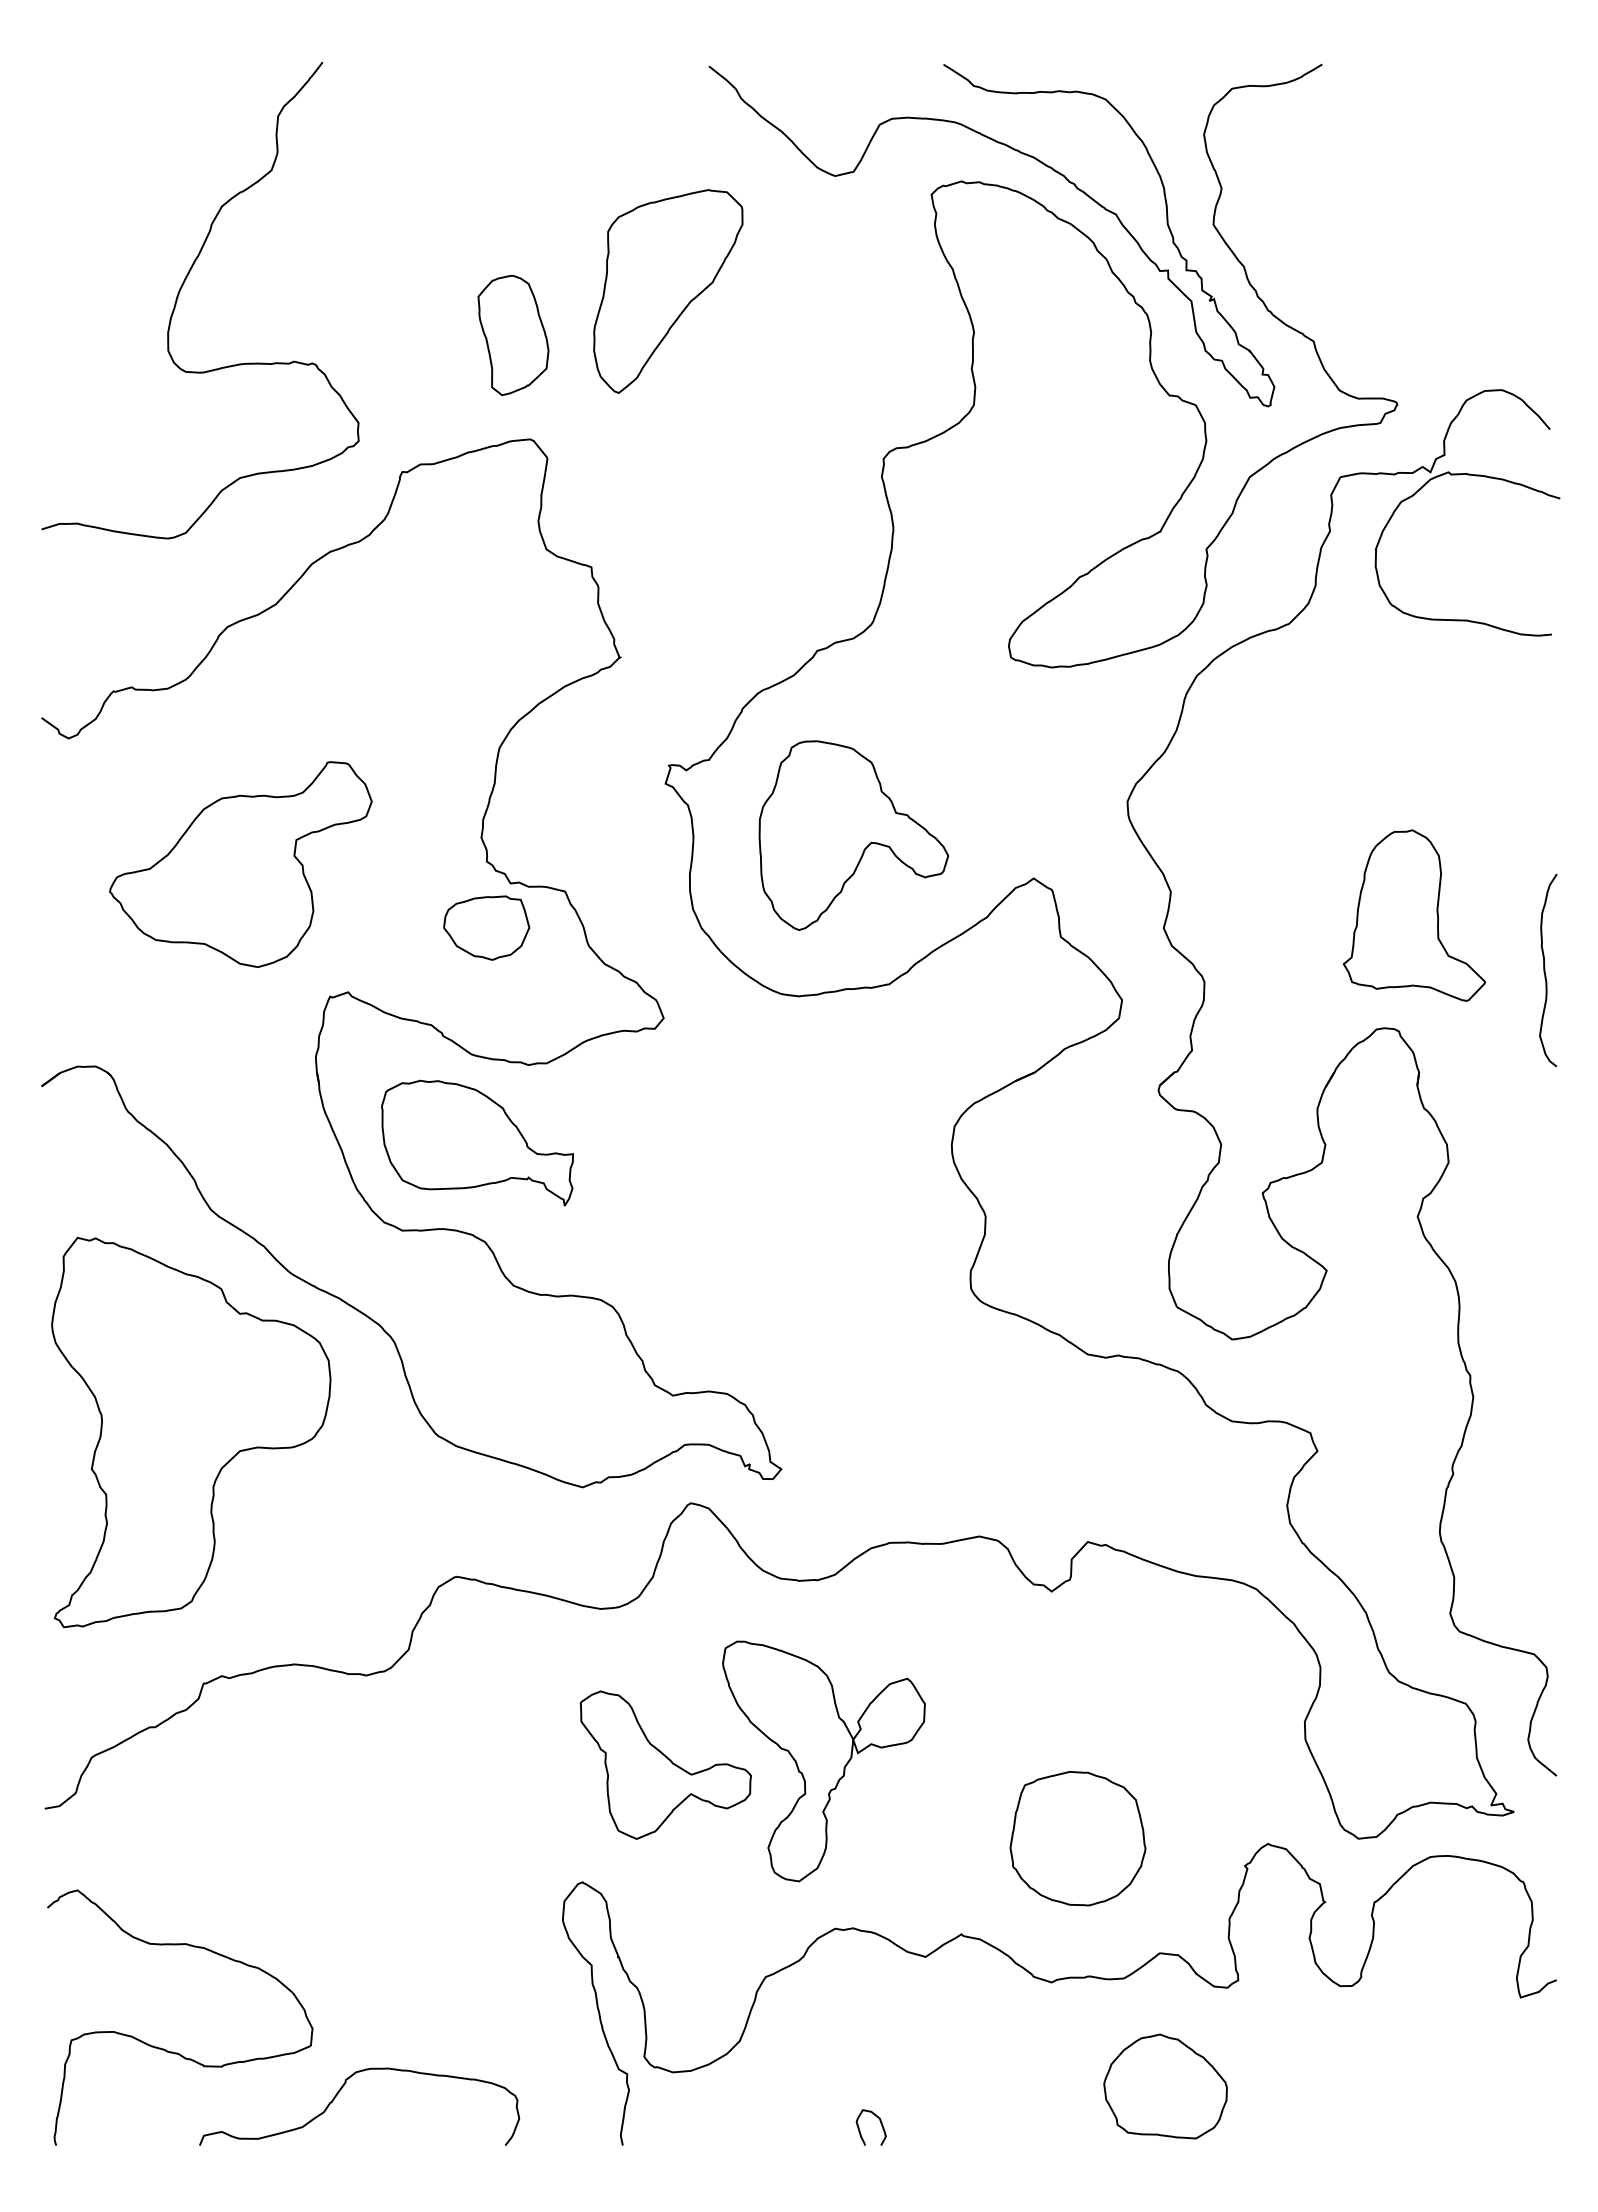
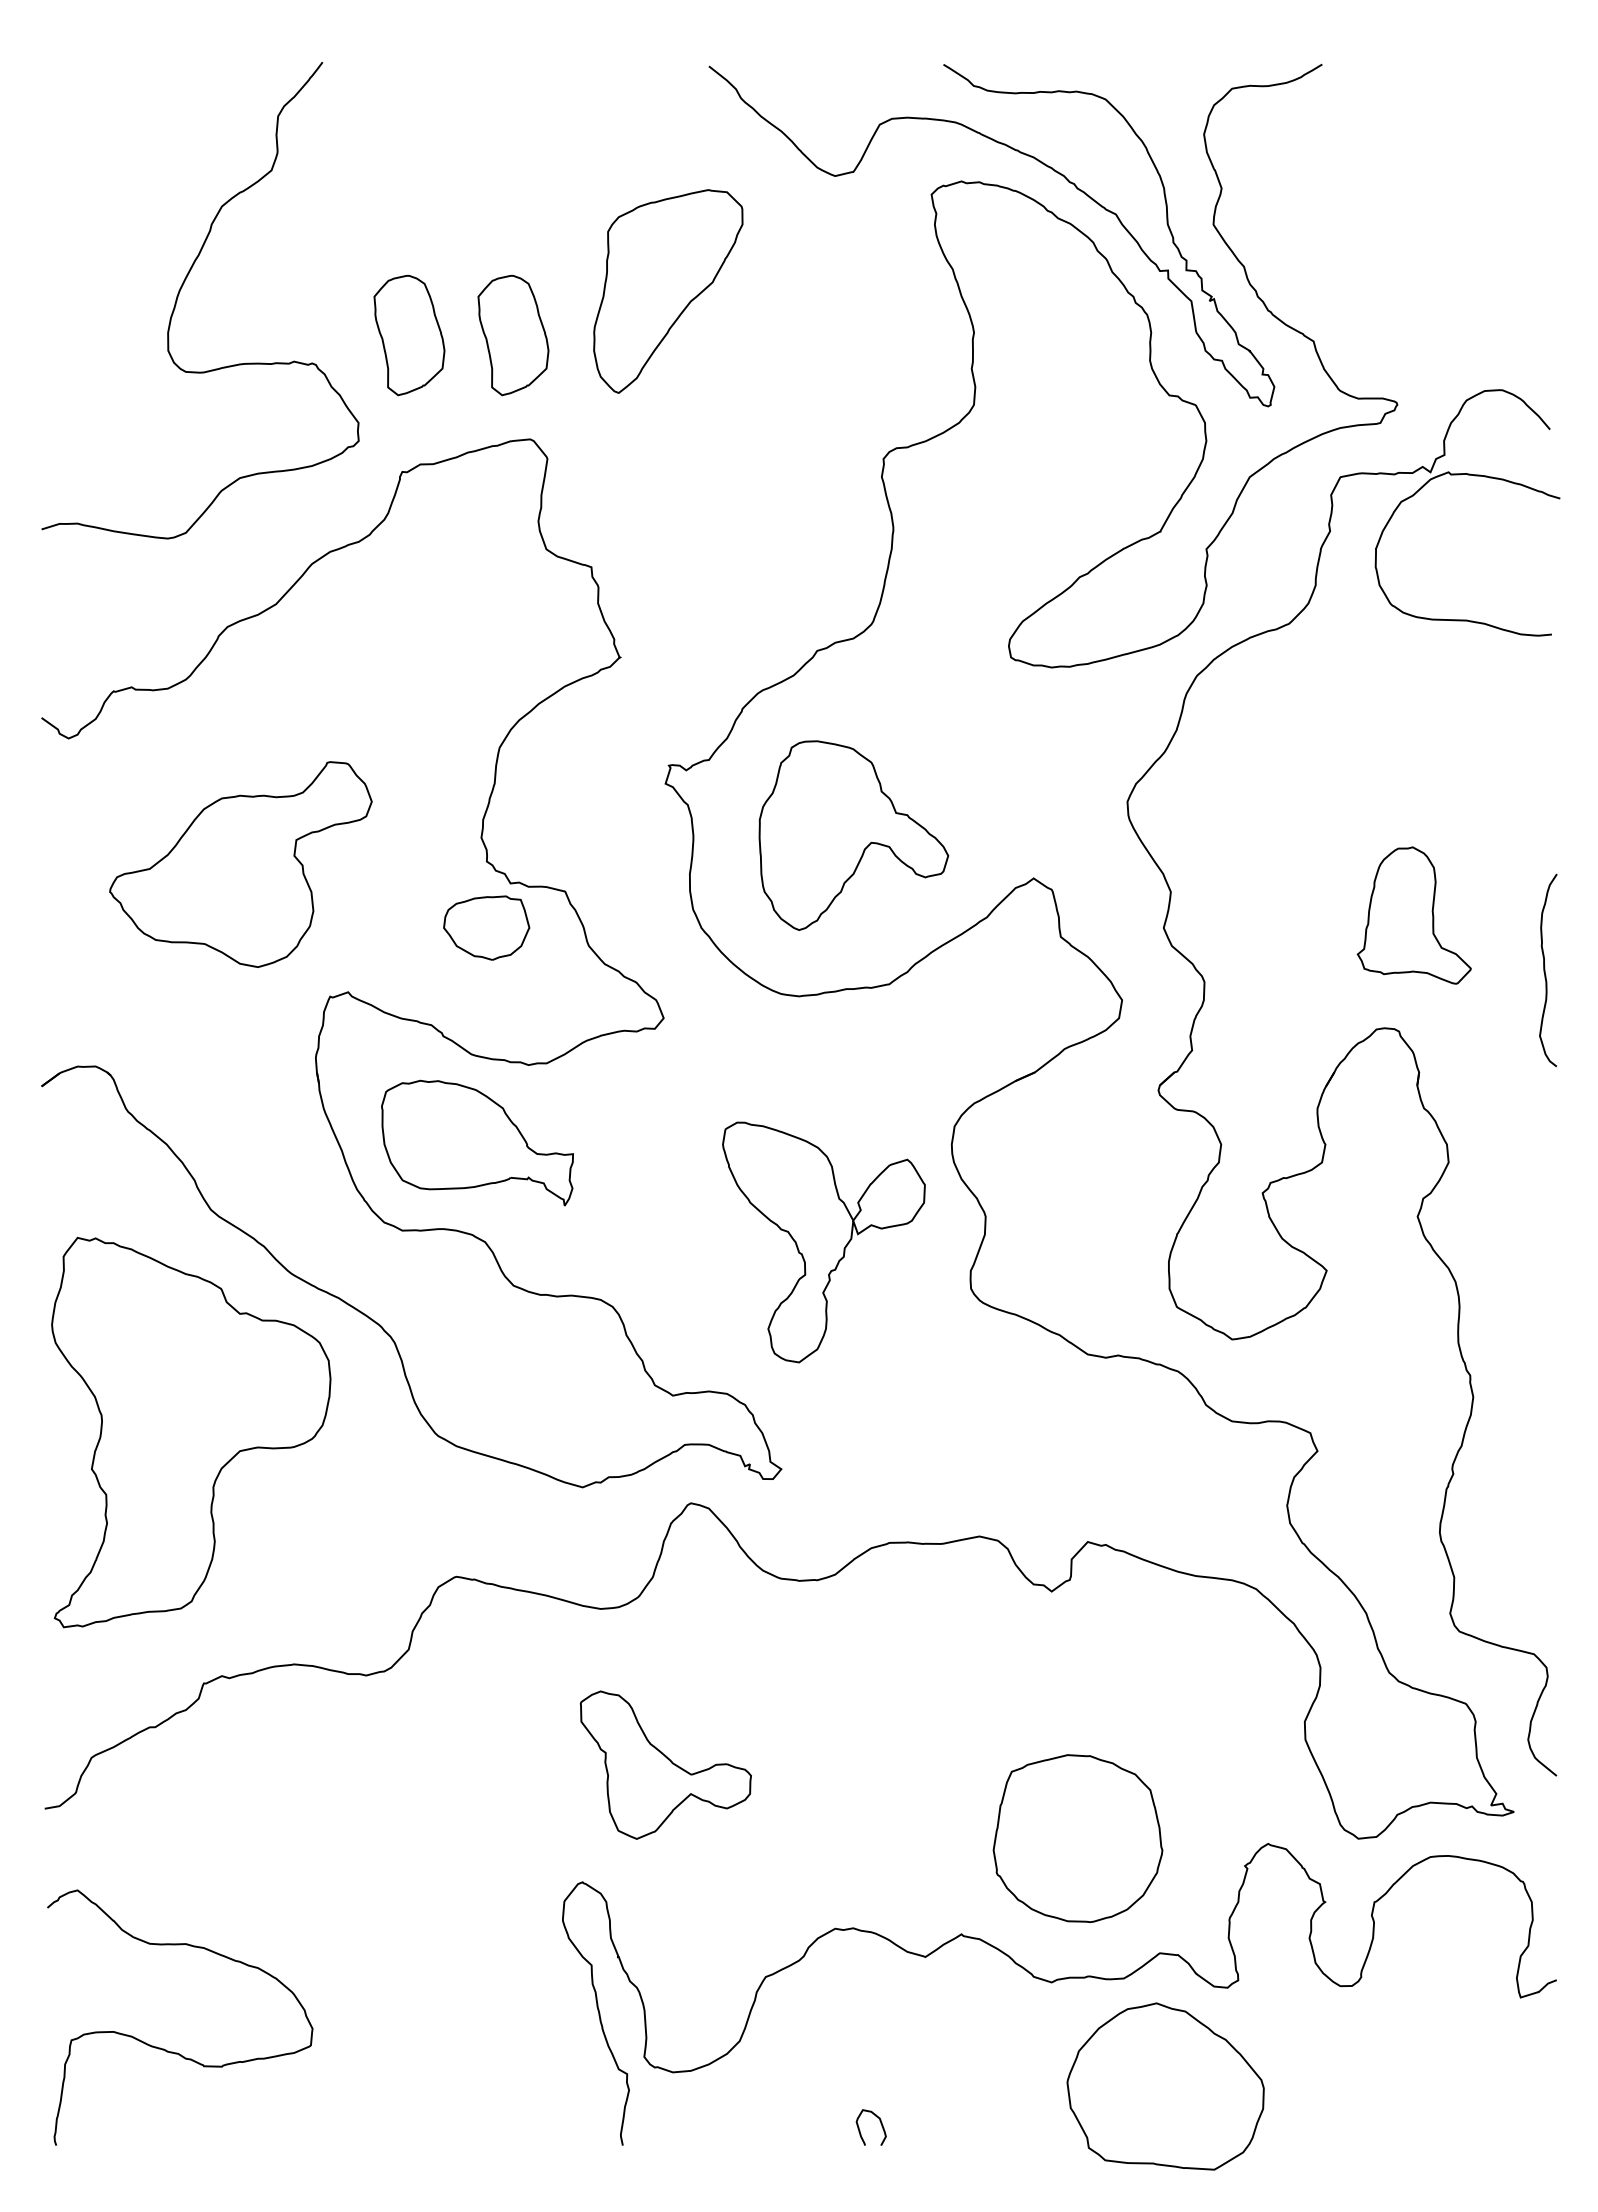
part at (409, 335): none -> present
part at (1413, 915) size: 144x173 px -> 116x139 px
part at (823, 1761) position: (823, 1761) -> (823, 1242)
part at (1077, 1838) size: 138x136 px -> 172x169 px
part at (1165, 2086) size: 125x107 px -> 199x169 px
curve at (340, 2091): present -> none
